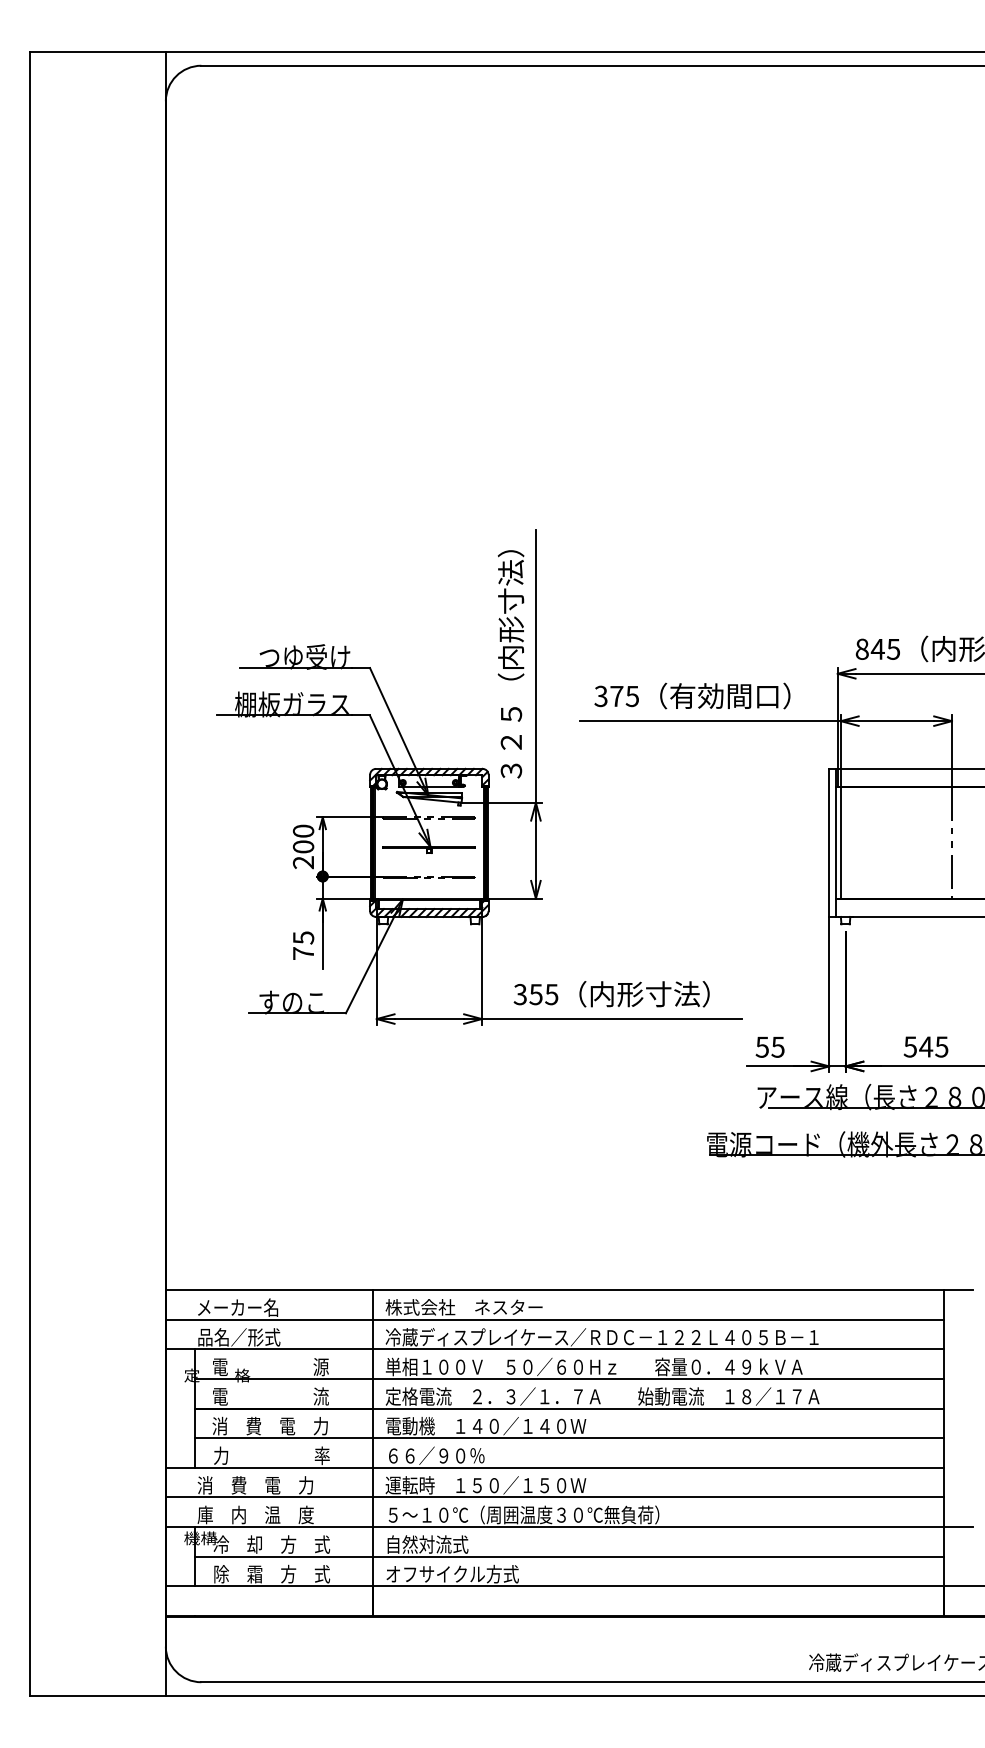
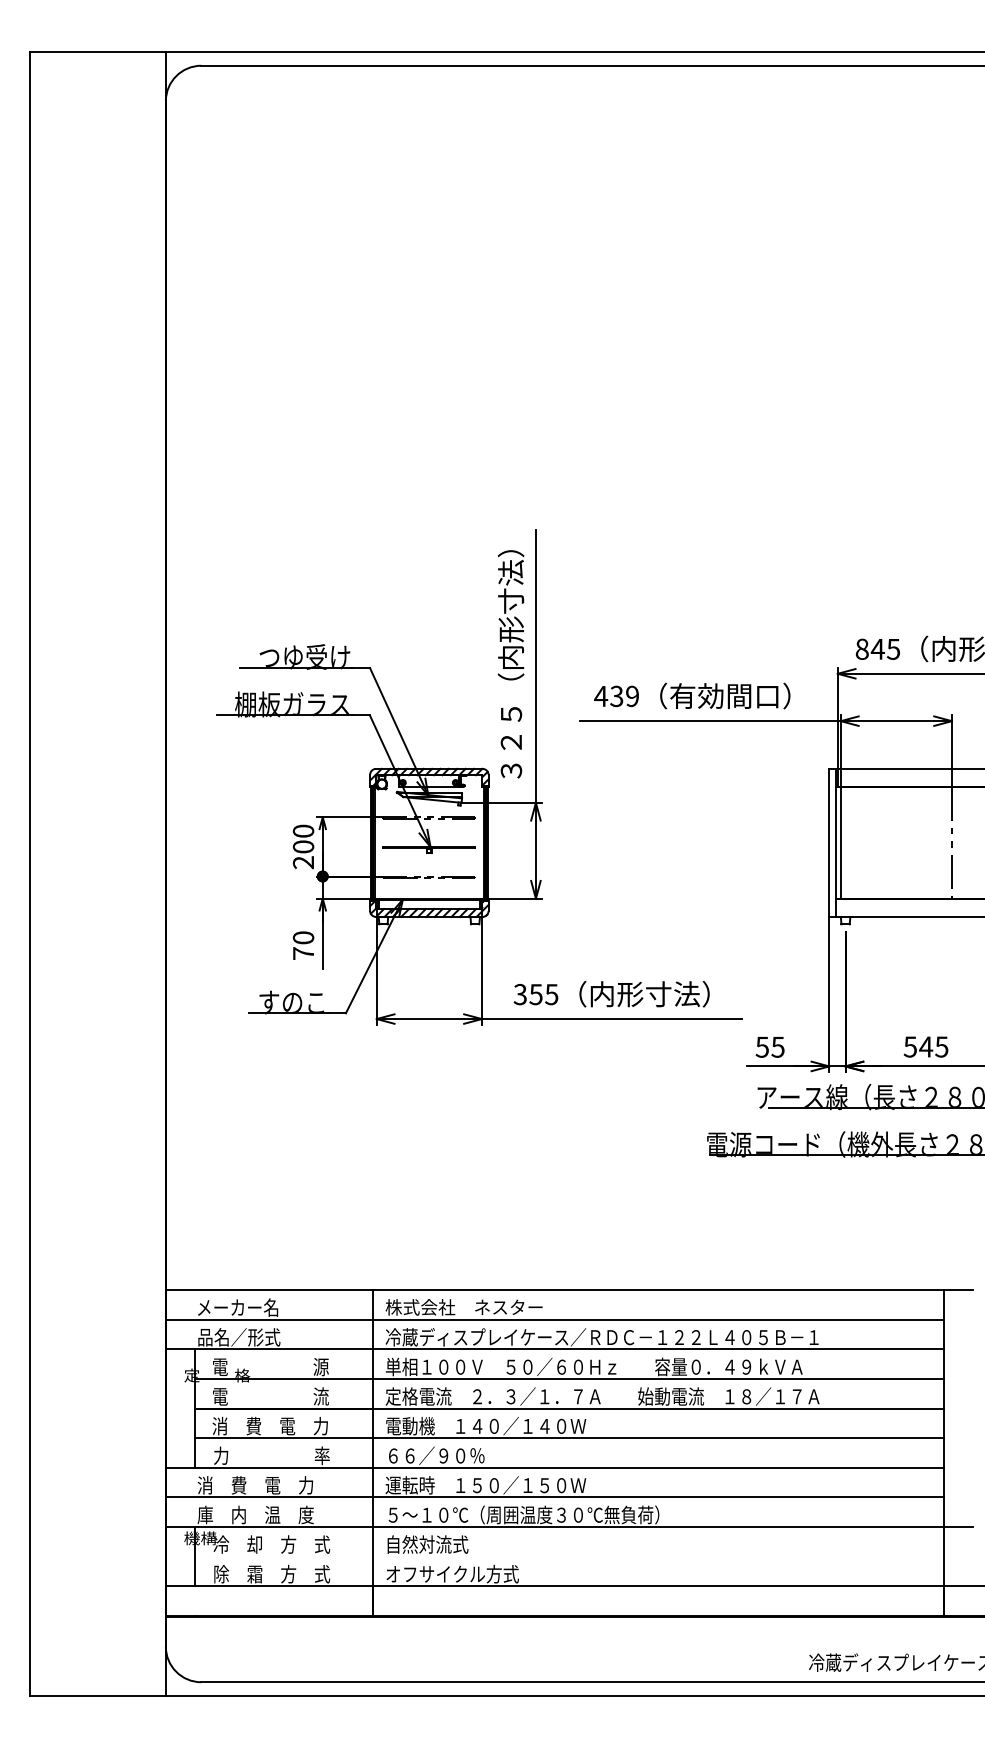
text at (616, 696): 375 -> 439
text at (303, 937): 75 -> 70
line at (569, 1556): present -> none
